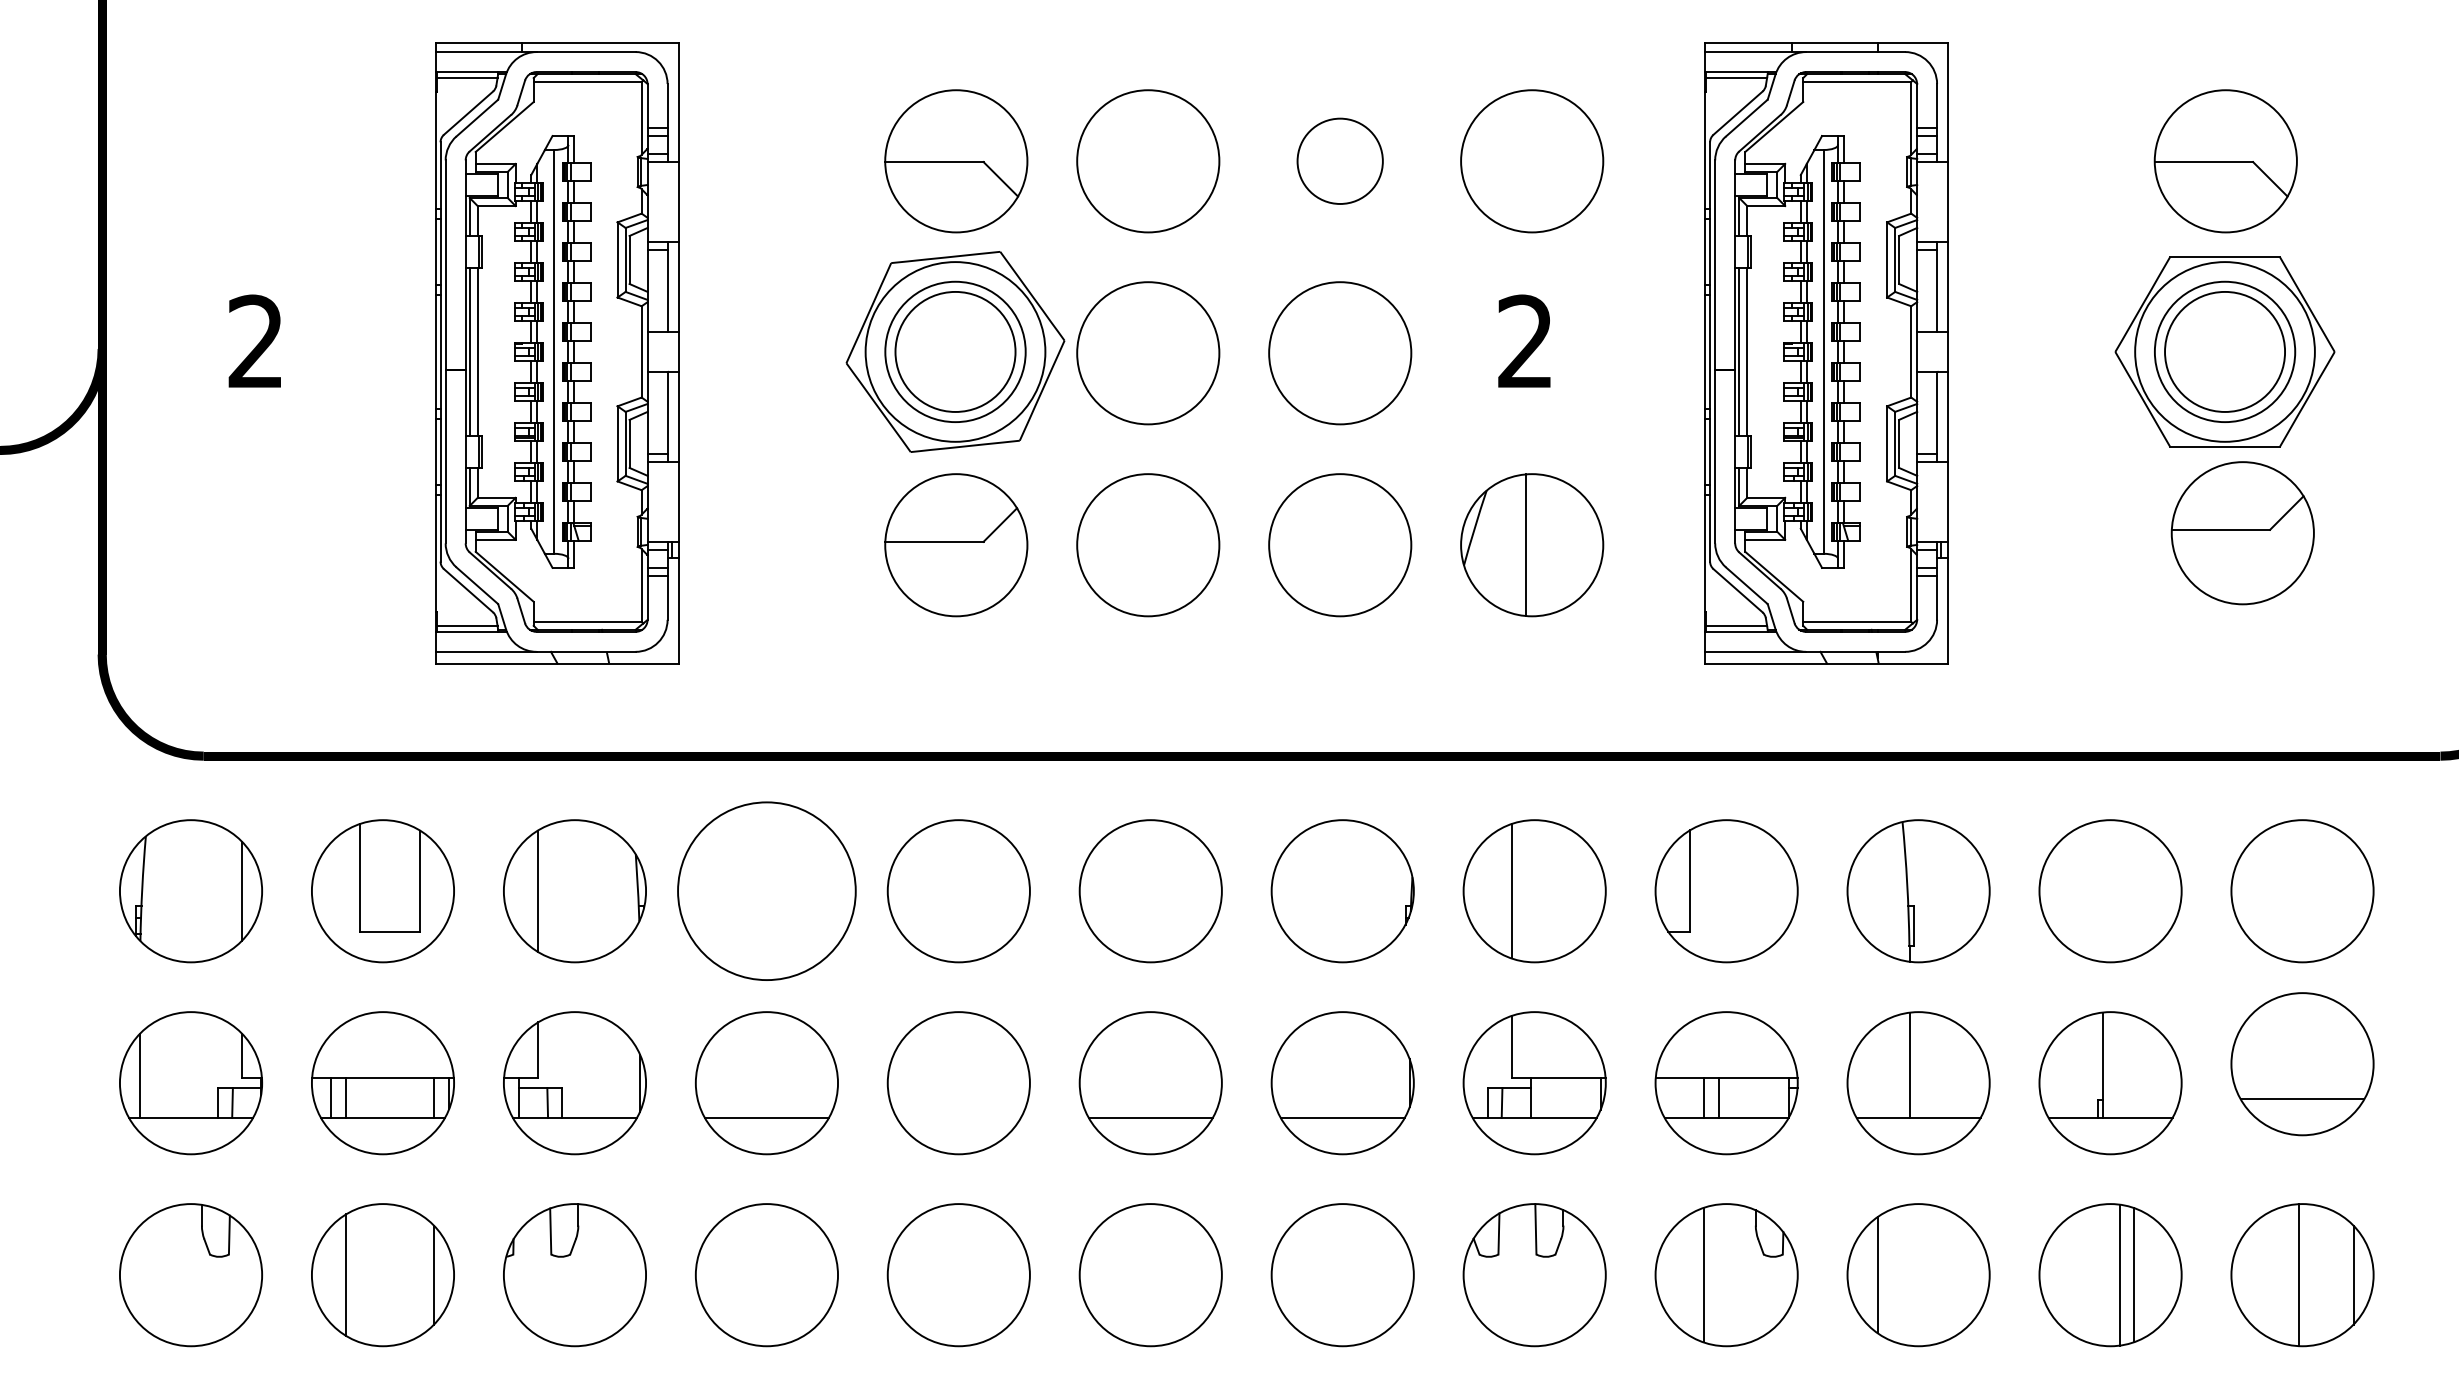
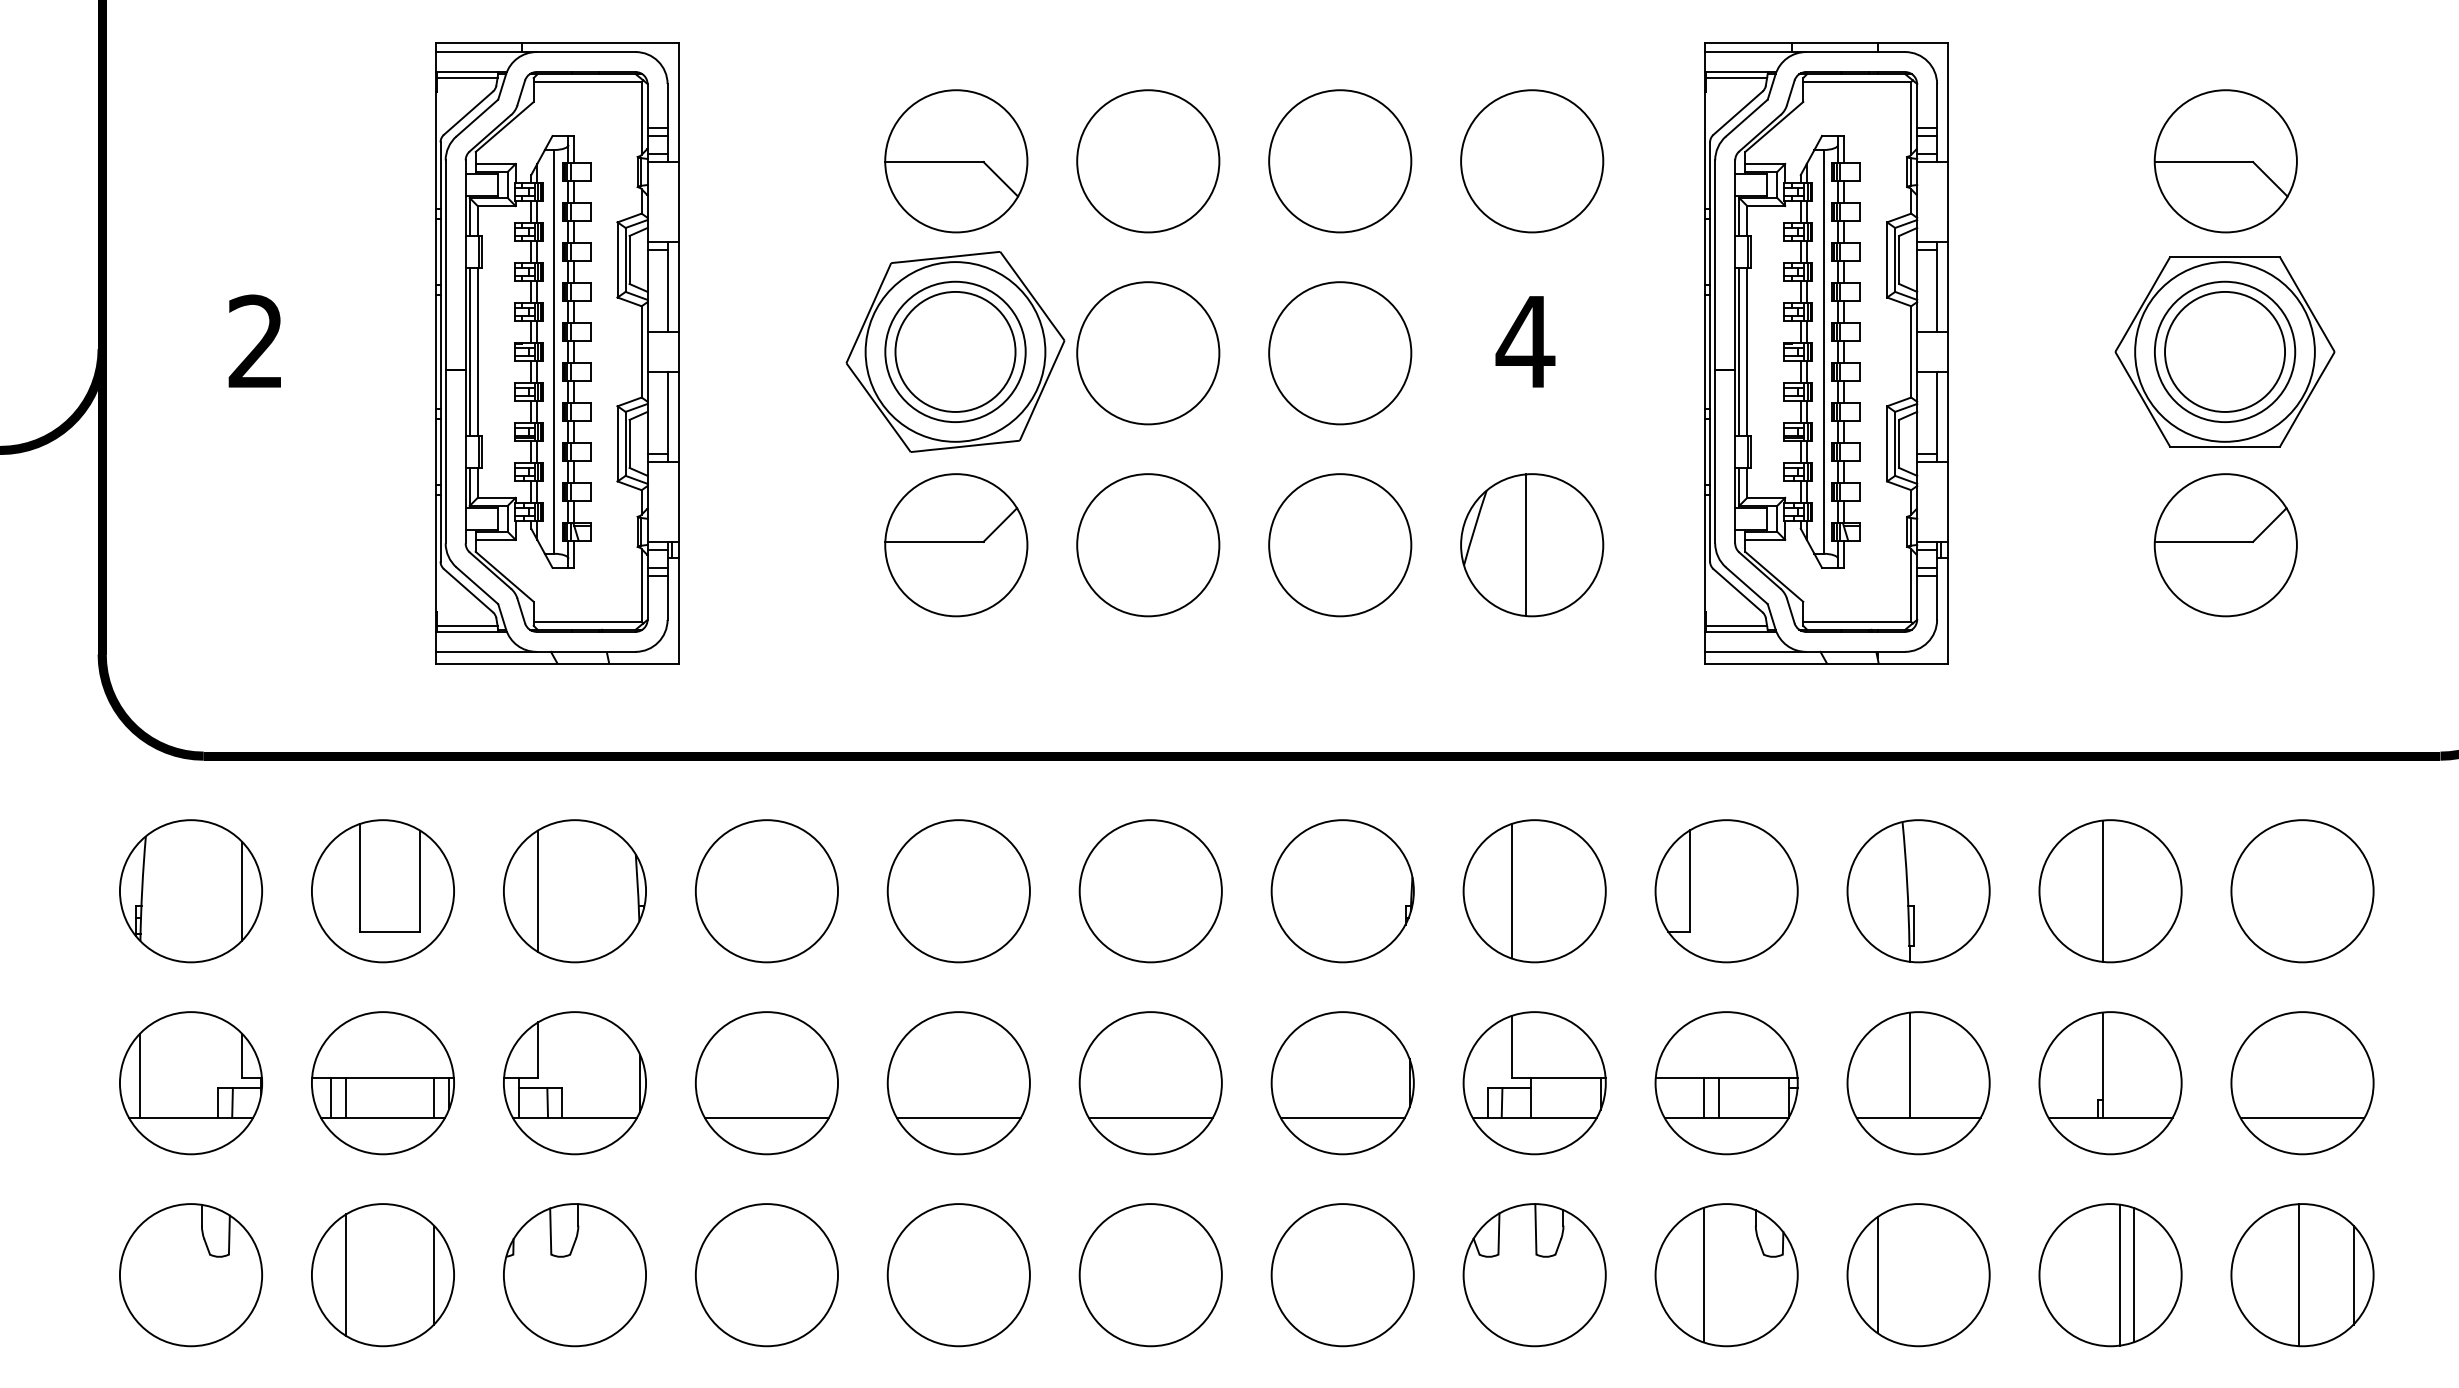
circle at (1339, 160) diameter: 85 px -> 142 px
text at (1525, 340): 2 -> 4
part at (2242, 533) position: (2242, 533) -> (2225, 545)
line at (2102, 890): none -> present
circle at (766, 891) diameter: 178 px -> 142 px
part at (2302, 1064) position: (2302, 1064) -> (2302, 1083)
line at (958, 1118): none -> present
